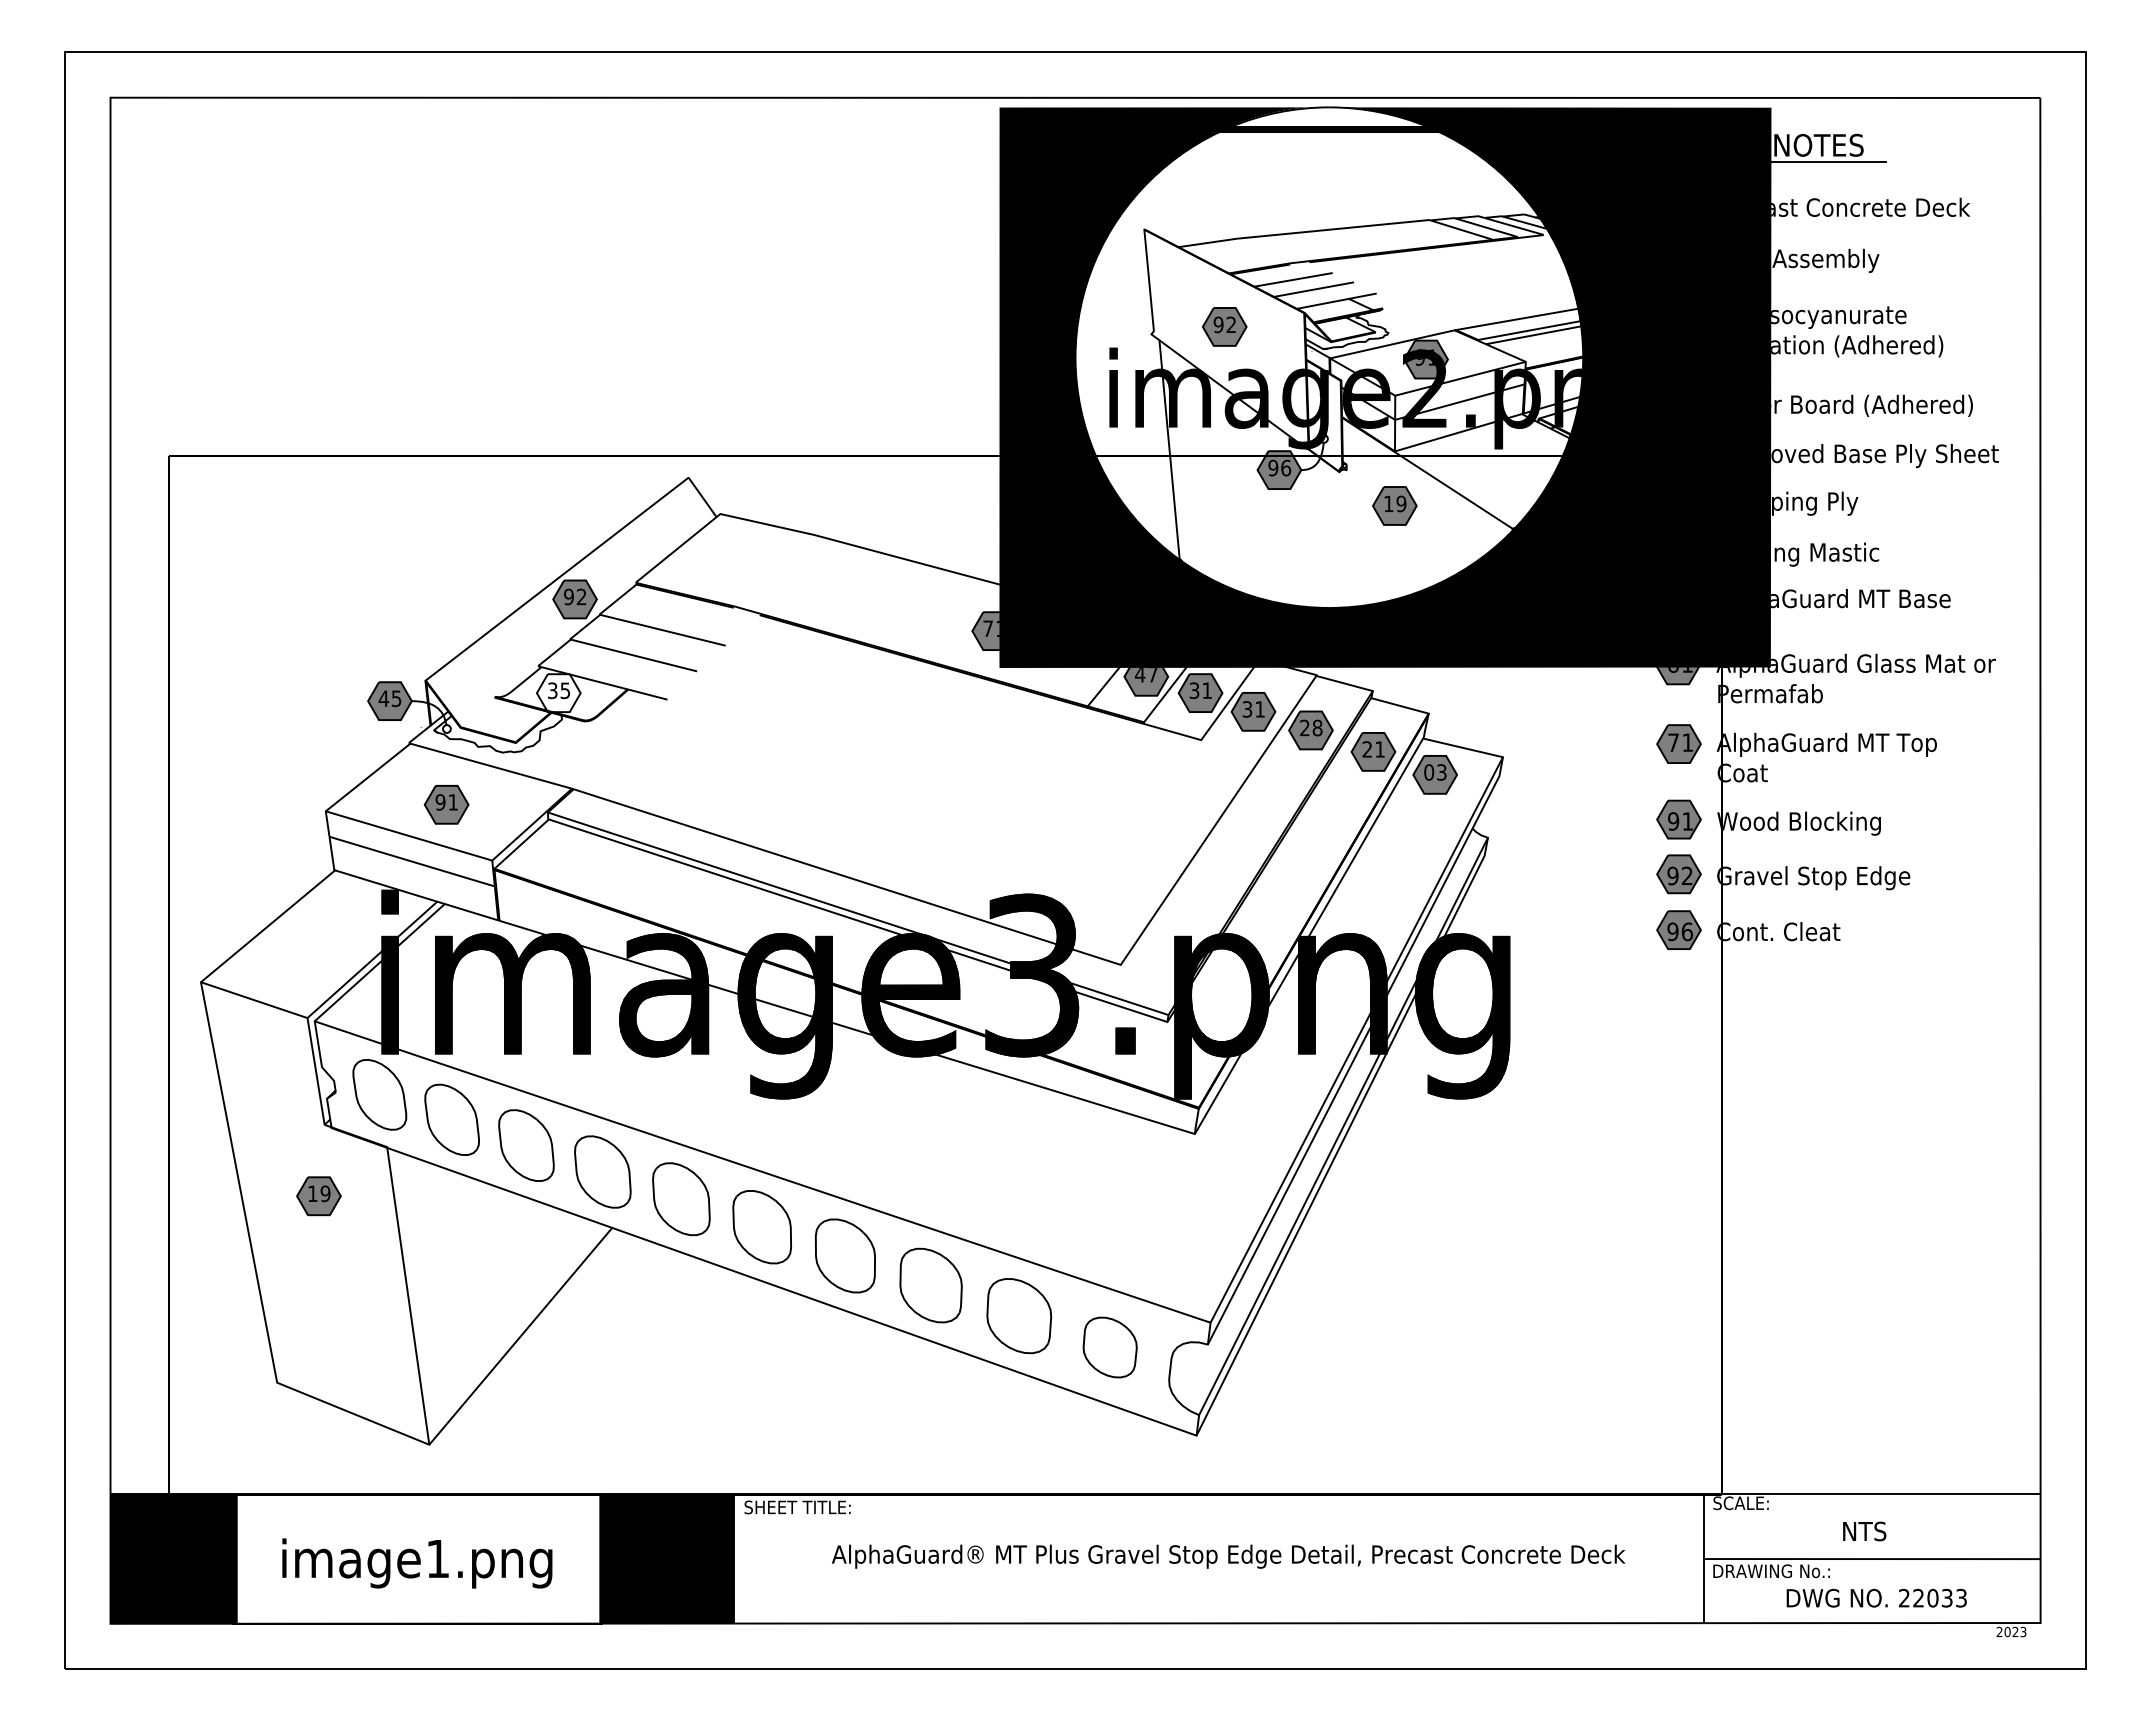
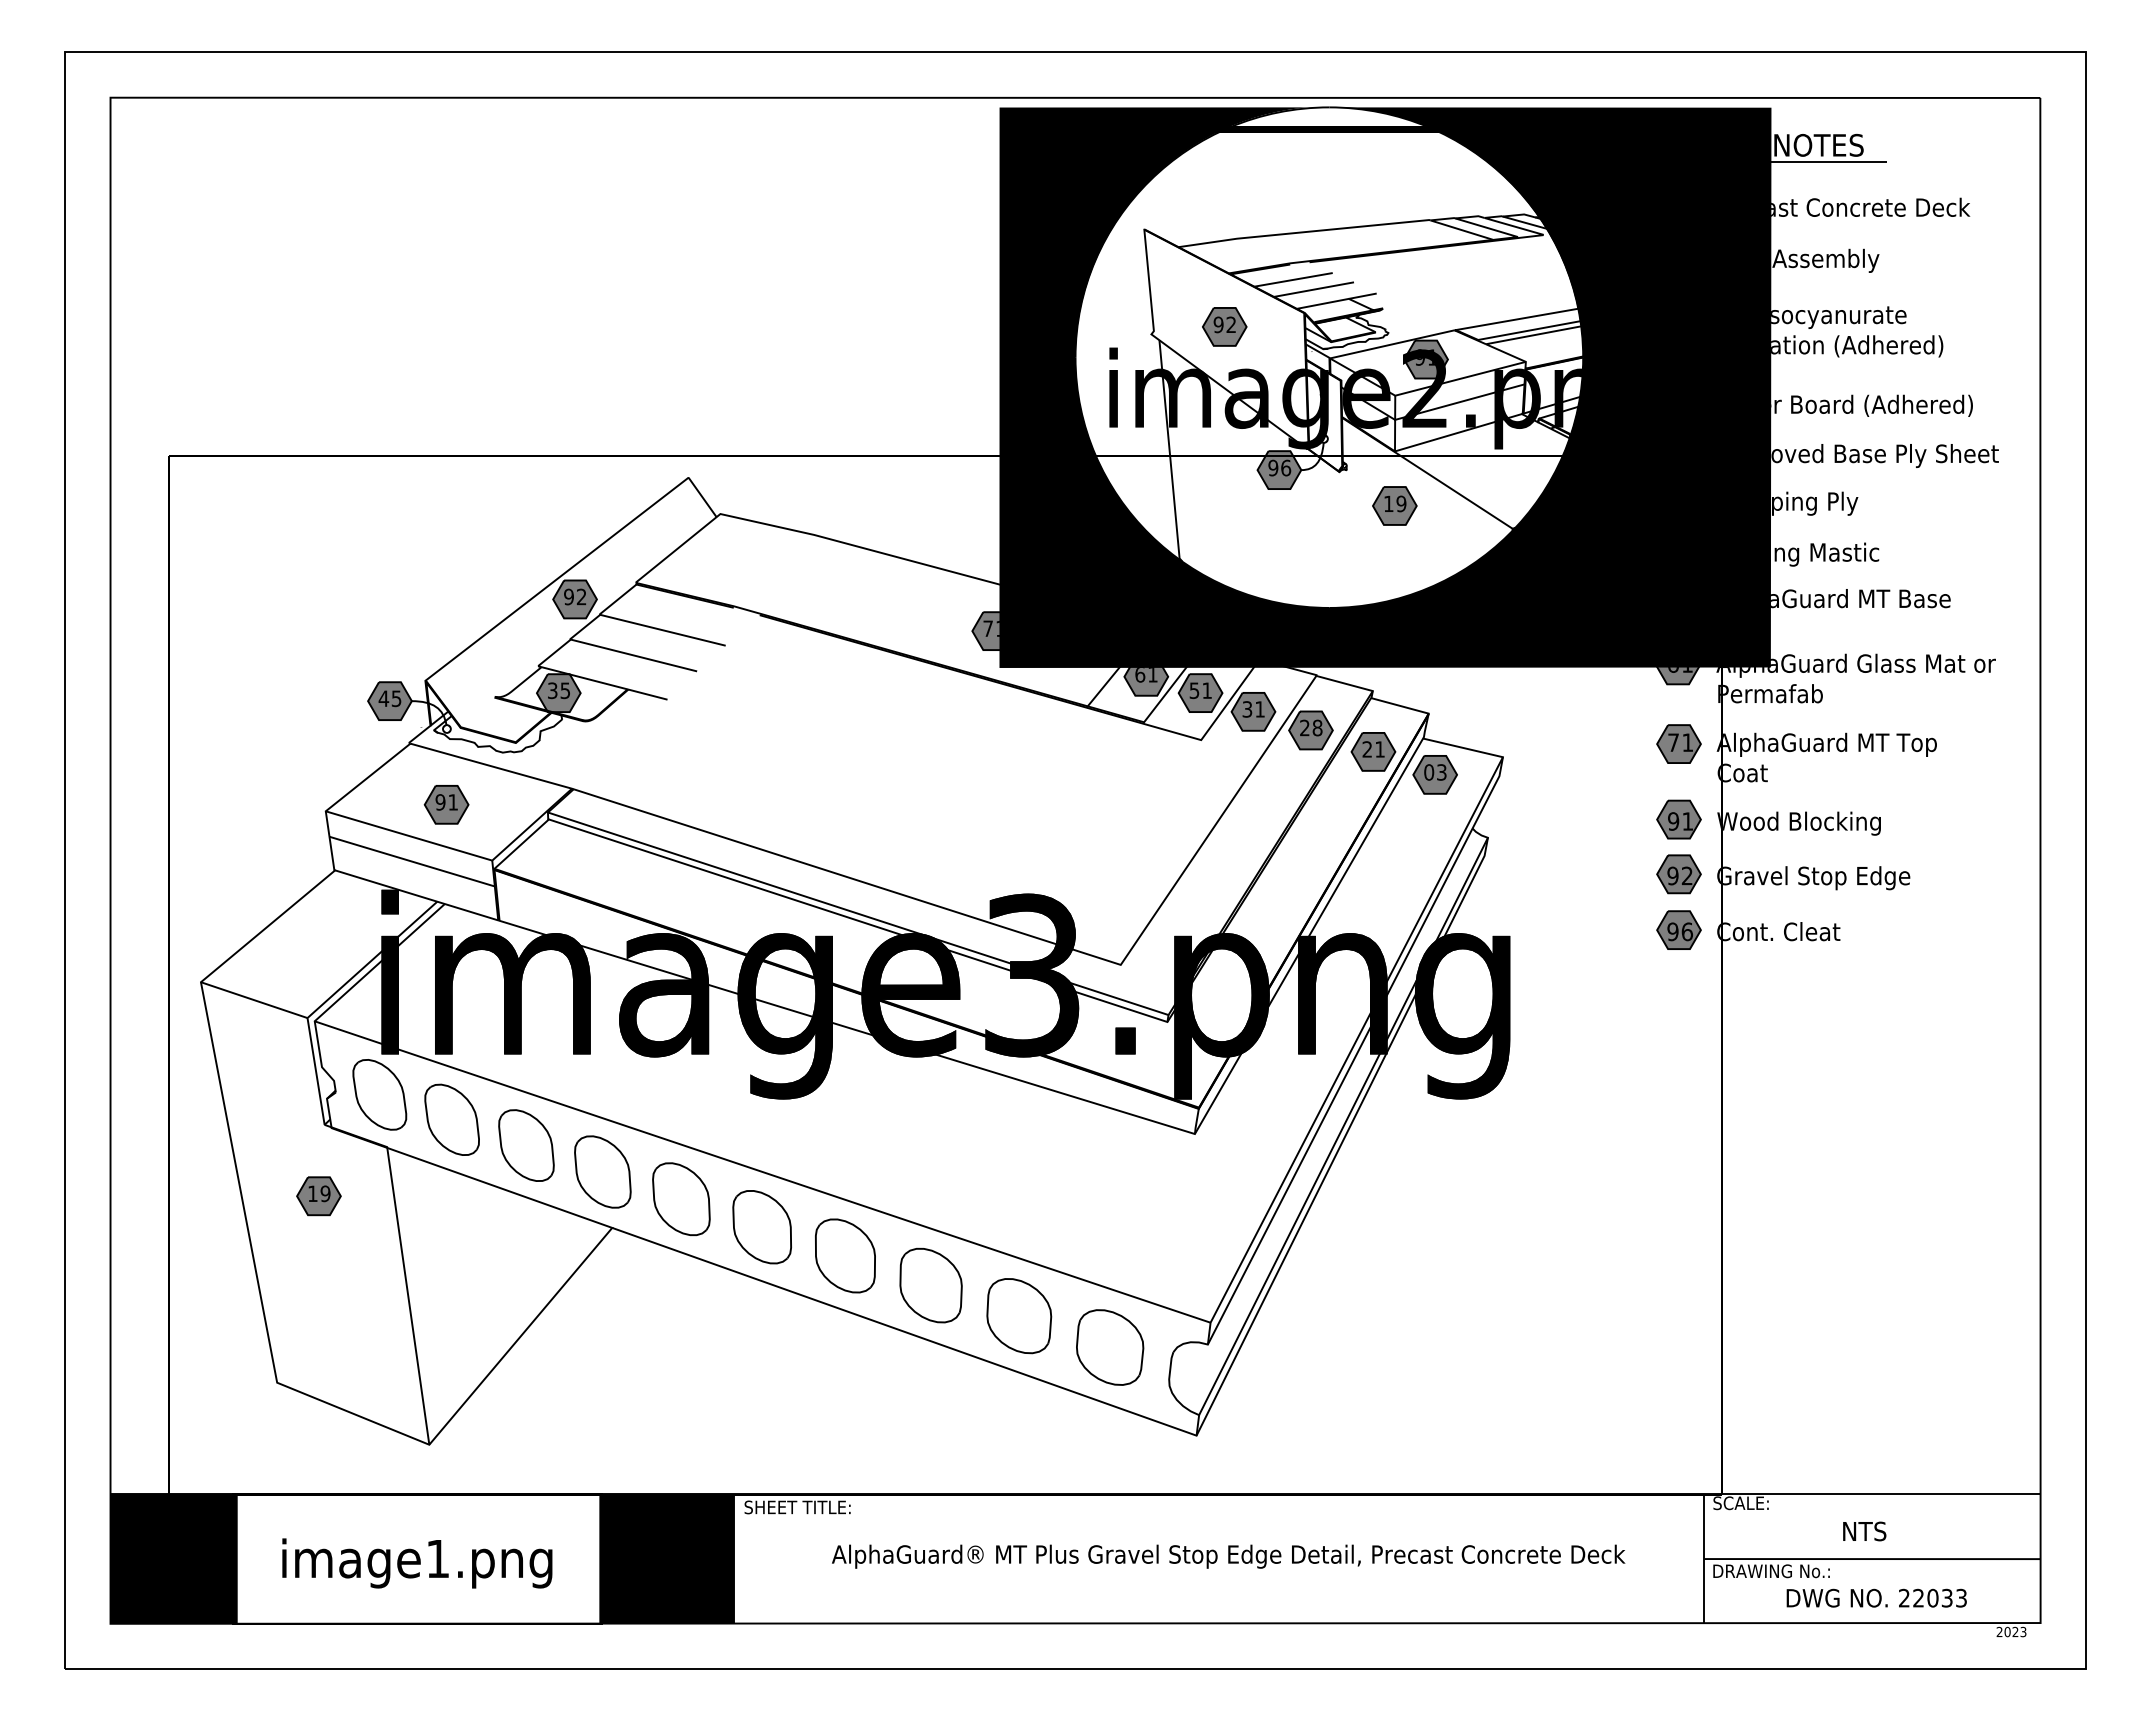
text at (1146, 675): 47 -> 61
text at (1194, 689): 31 -> 51
fill at (558, 693): none -> present
part at (1109, 1347) size: 56x63 px -> 69x77 px
